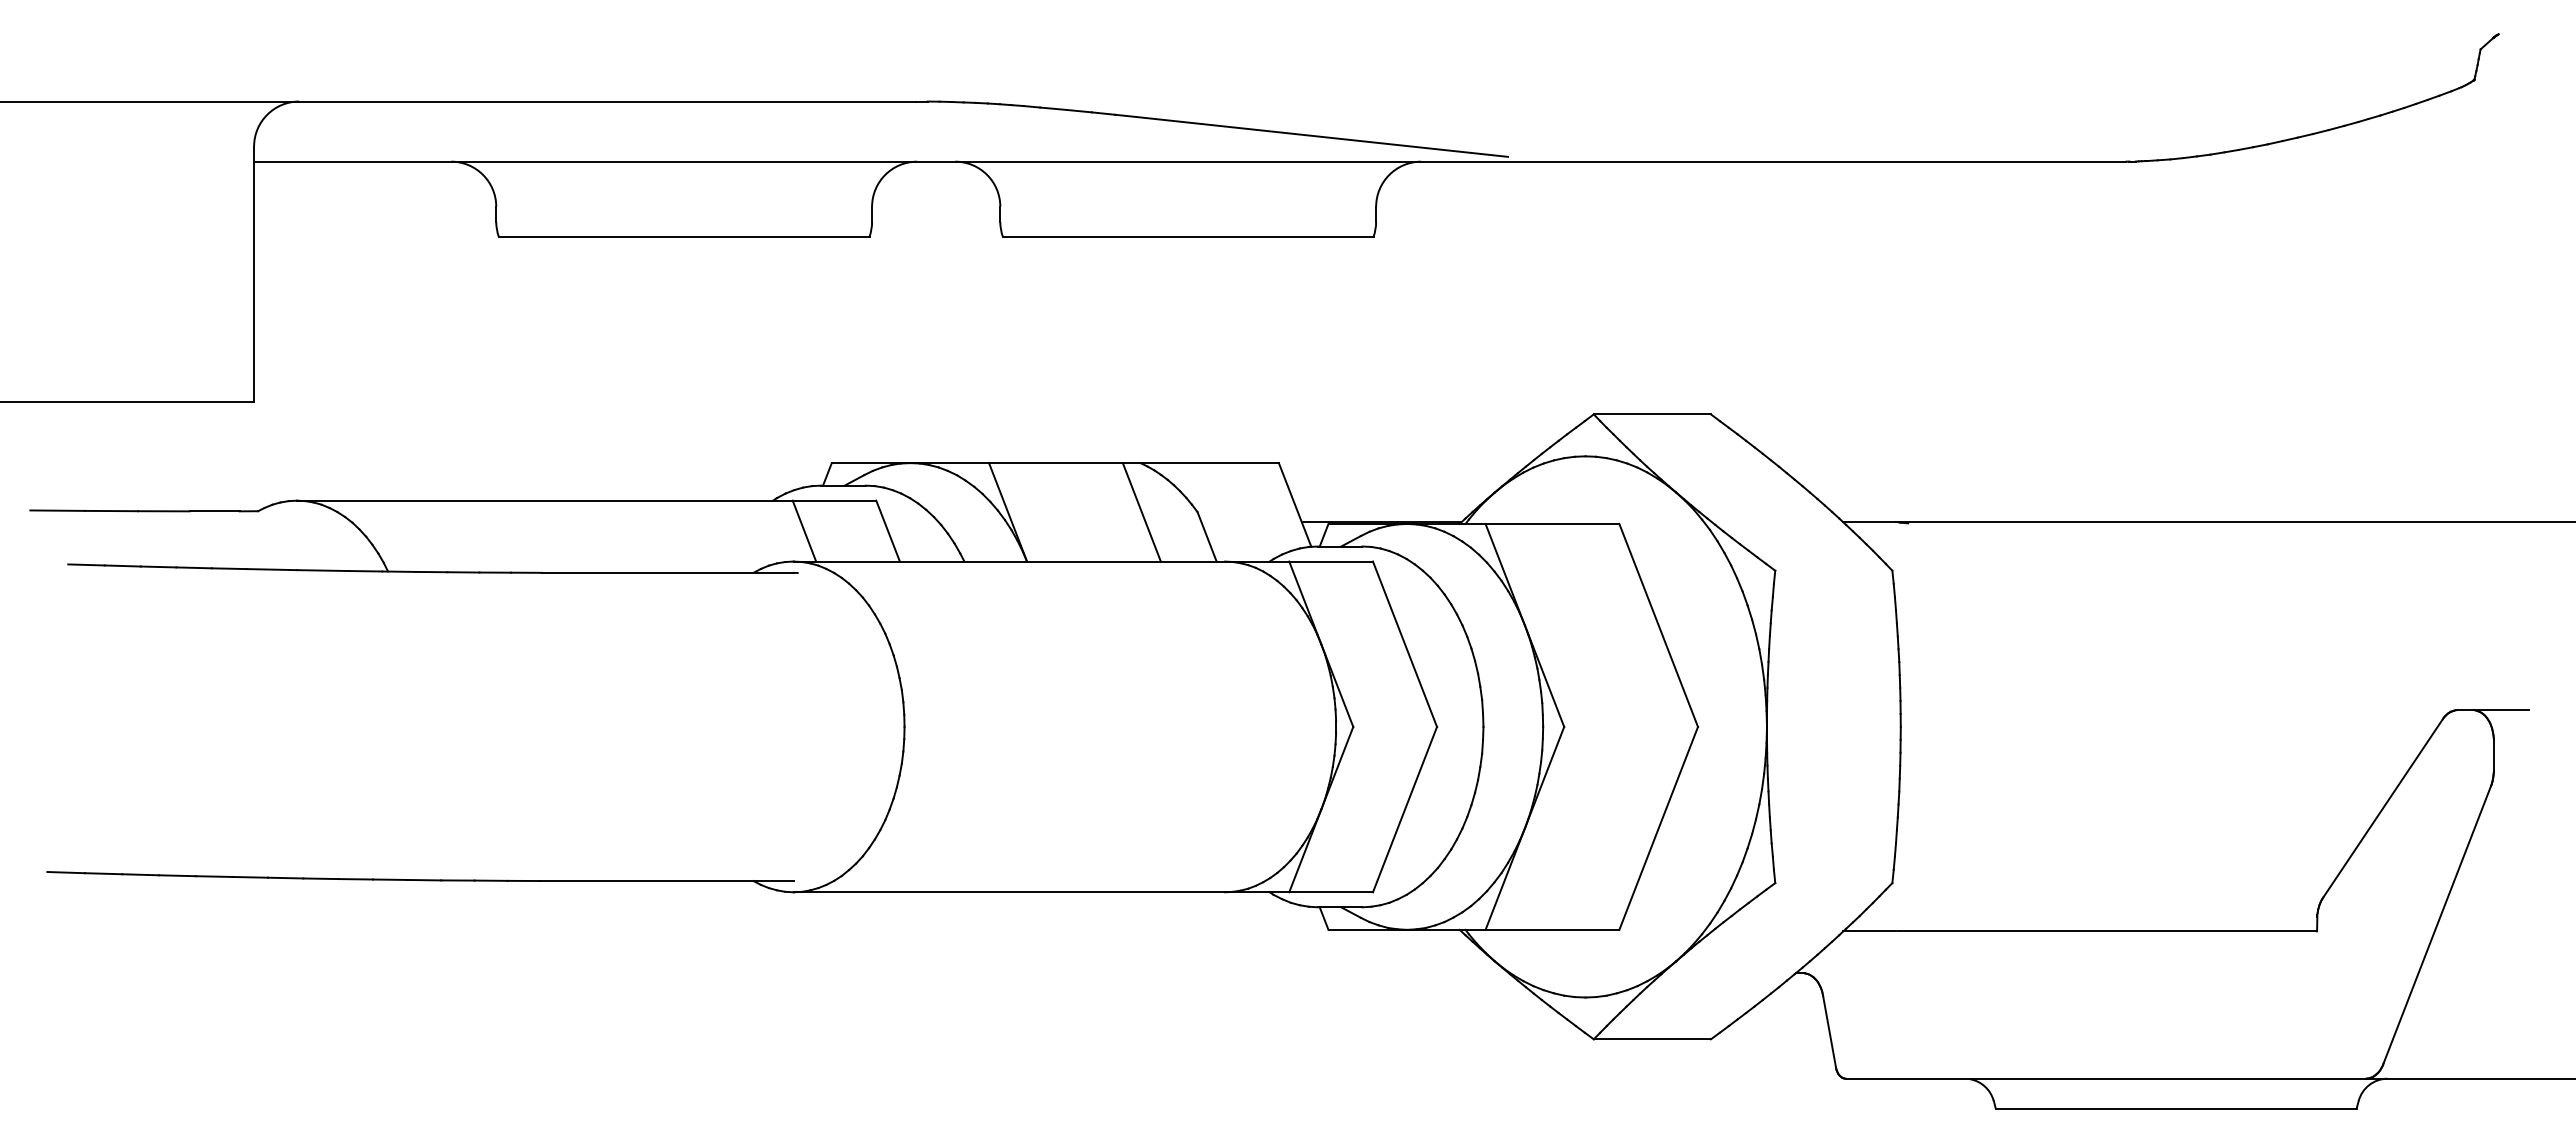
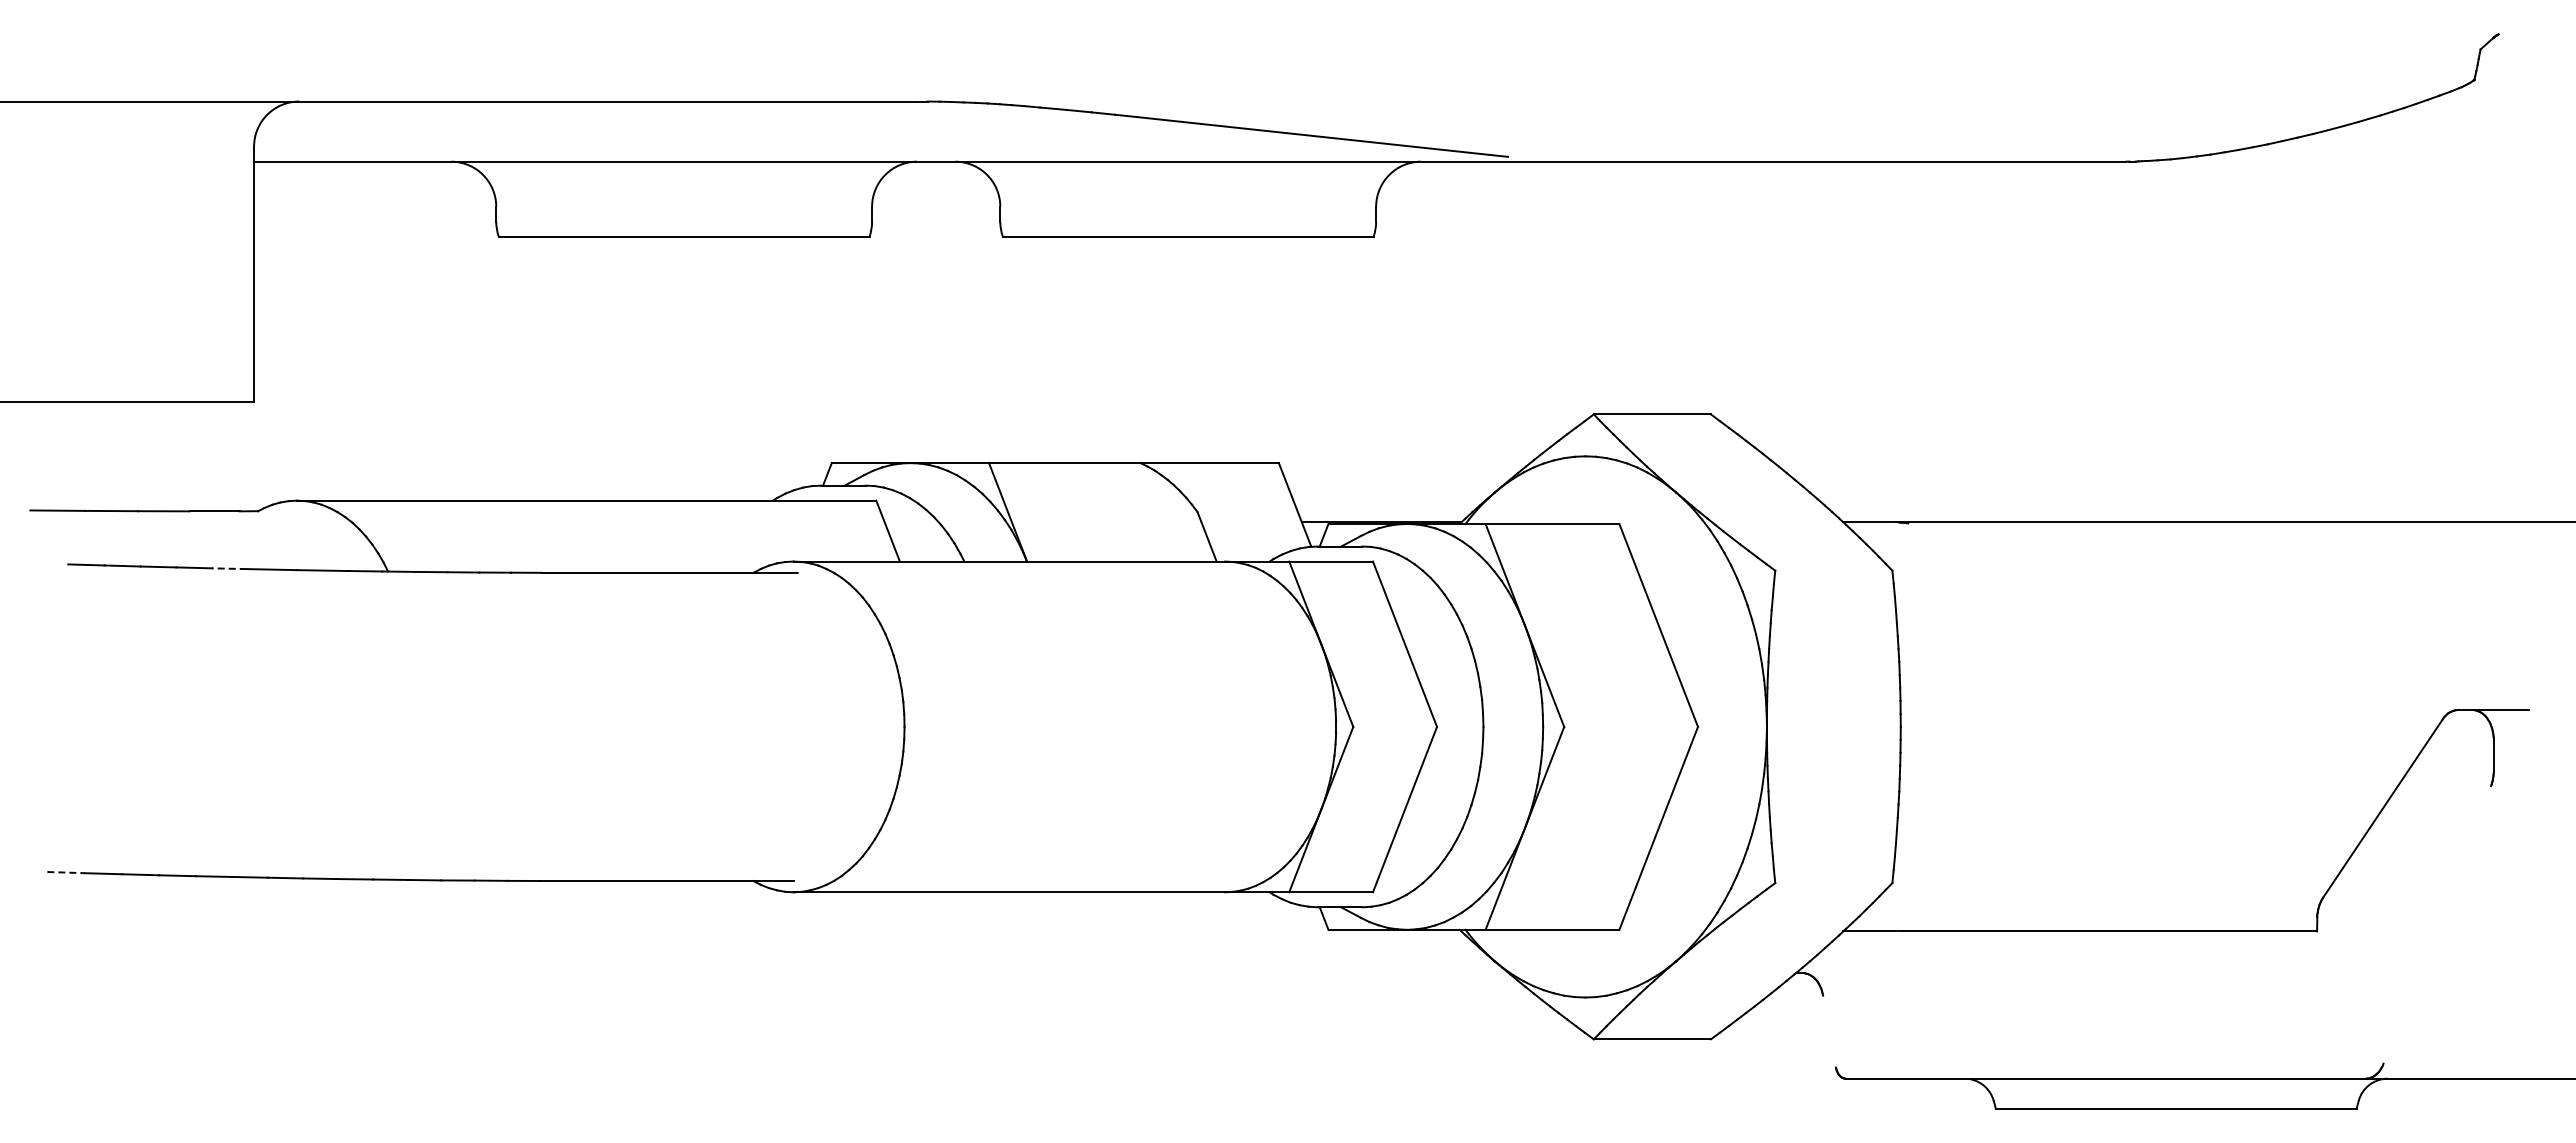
line at (1141, 512): present -> none
line at (804, 530): present -> none
line at (229, 568): solid -> dashed
line at (66, 872): solid -> dashed
line at (2437, 924): present -> none
line at (1829, 1031): present -> none
